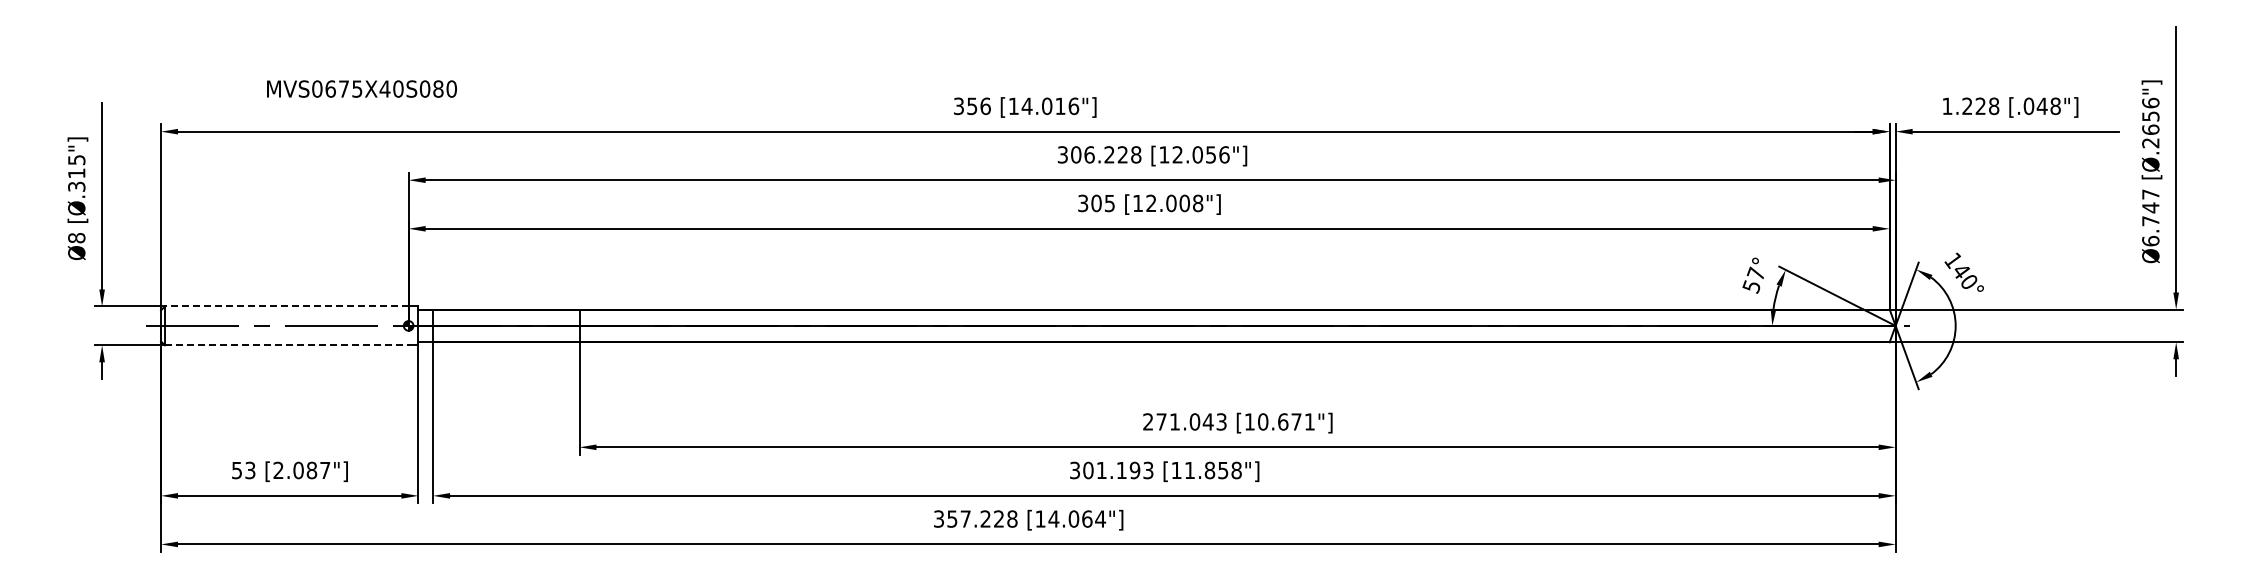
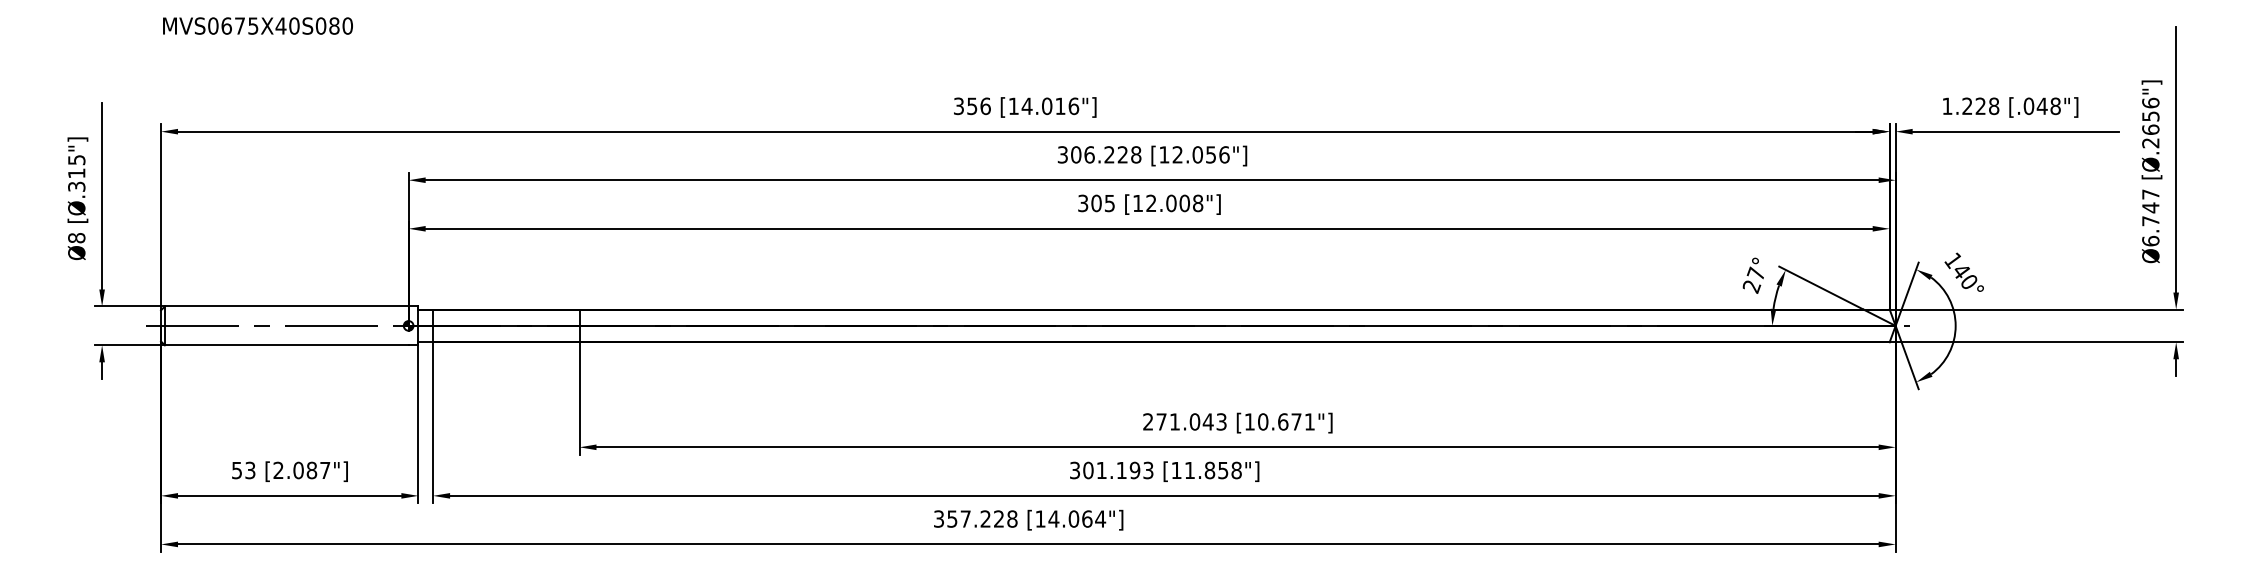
text at (361, 88) position: (361, 88) -> (257, 25)
text at (1751, 286): 57° -> 27°
line at (286, 306): dashed -> solid
line at (286, 345): dashed -> solid
